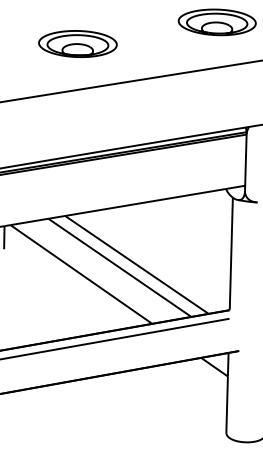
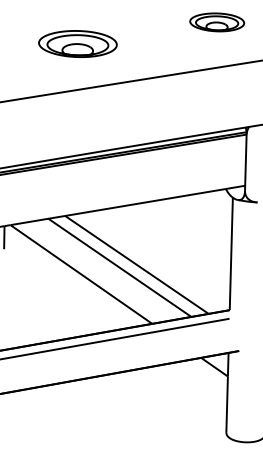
part at (216, 22) size: 80x29 px -> 57x21 px
